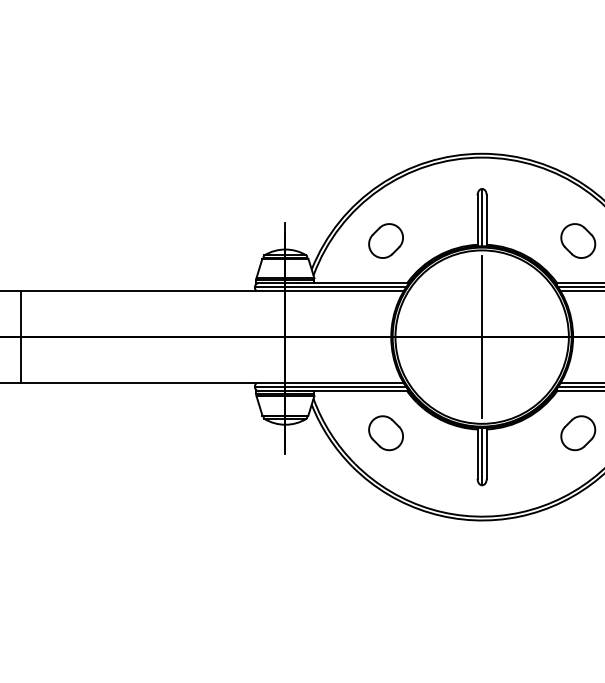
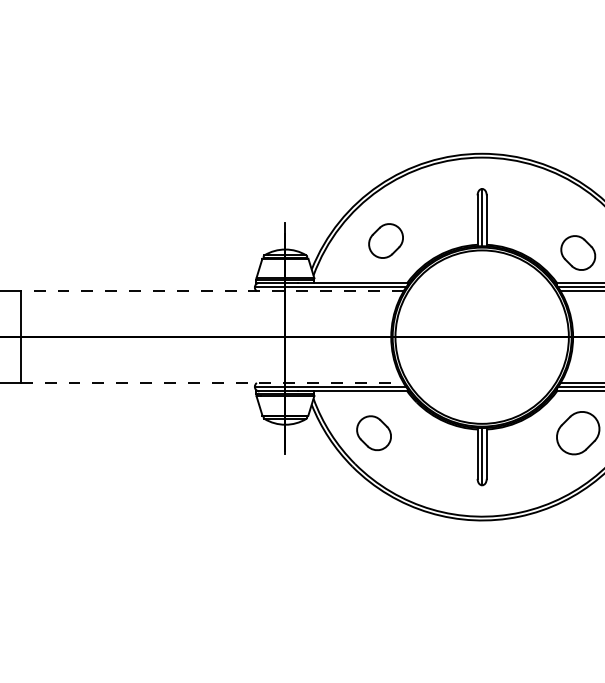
part at (578, 240) position: (578, 240) -> (578, 252)
line at (211, 291): solid -> dashed
line at (482, 336): present -> none
line at (212, 382): solid -> dashed
part at (385, 433) position: (385, 433) -> (373, 433)
part at (578, 433) size: 37x37 px -> 45x45 px
